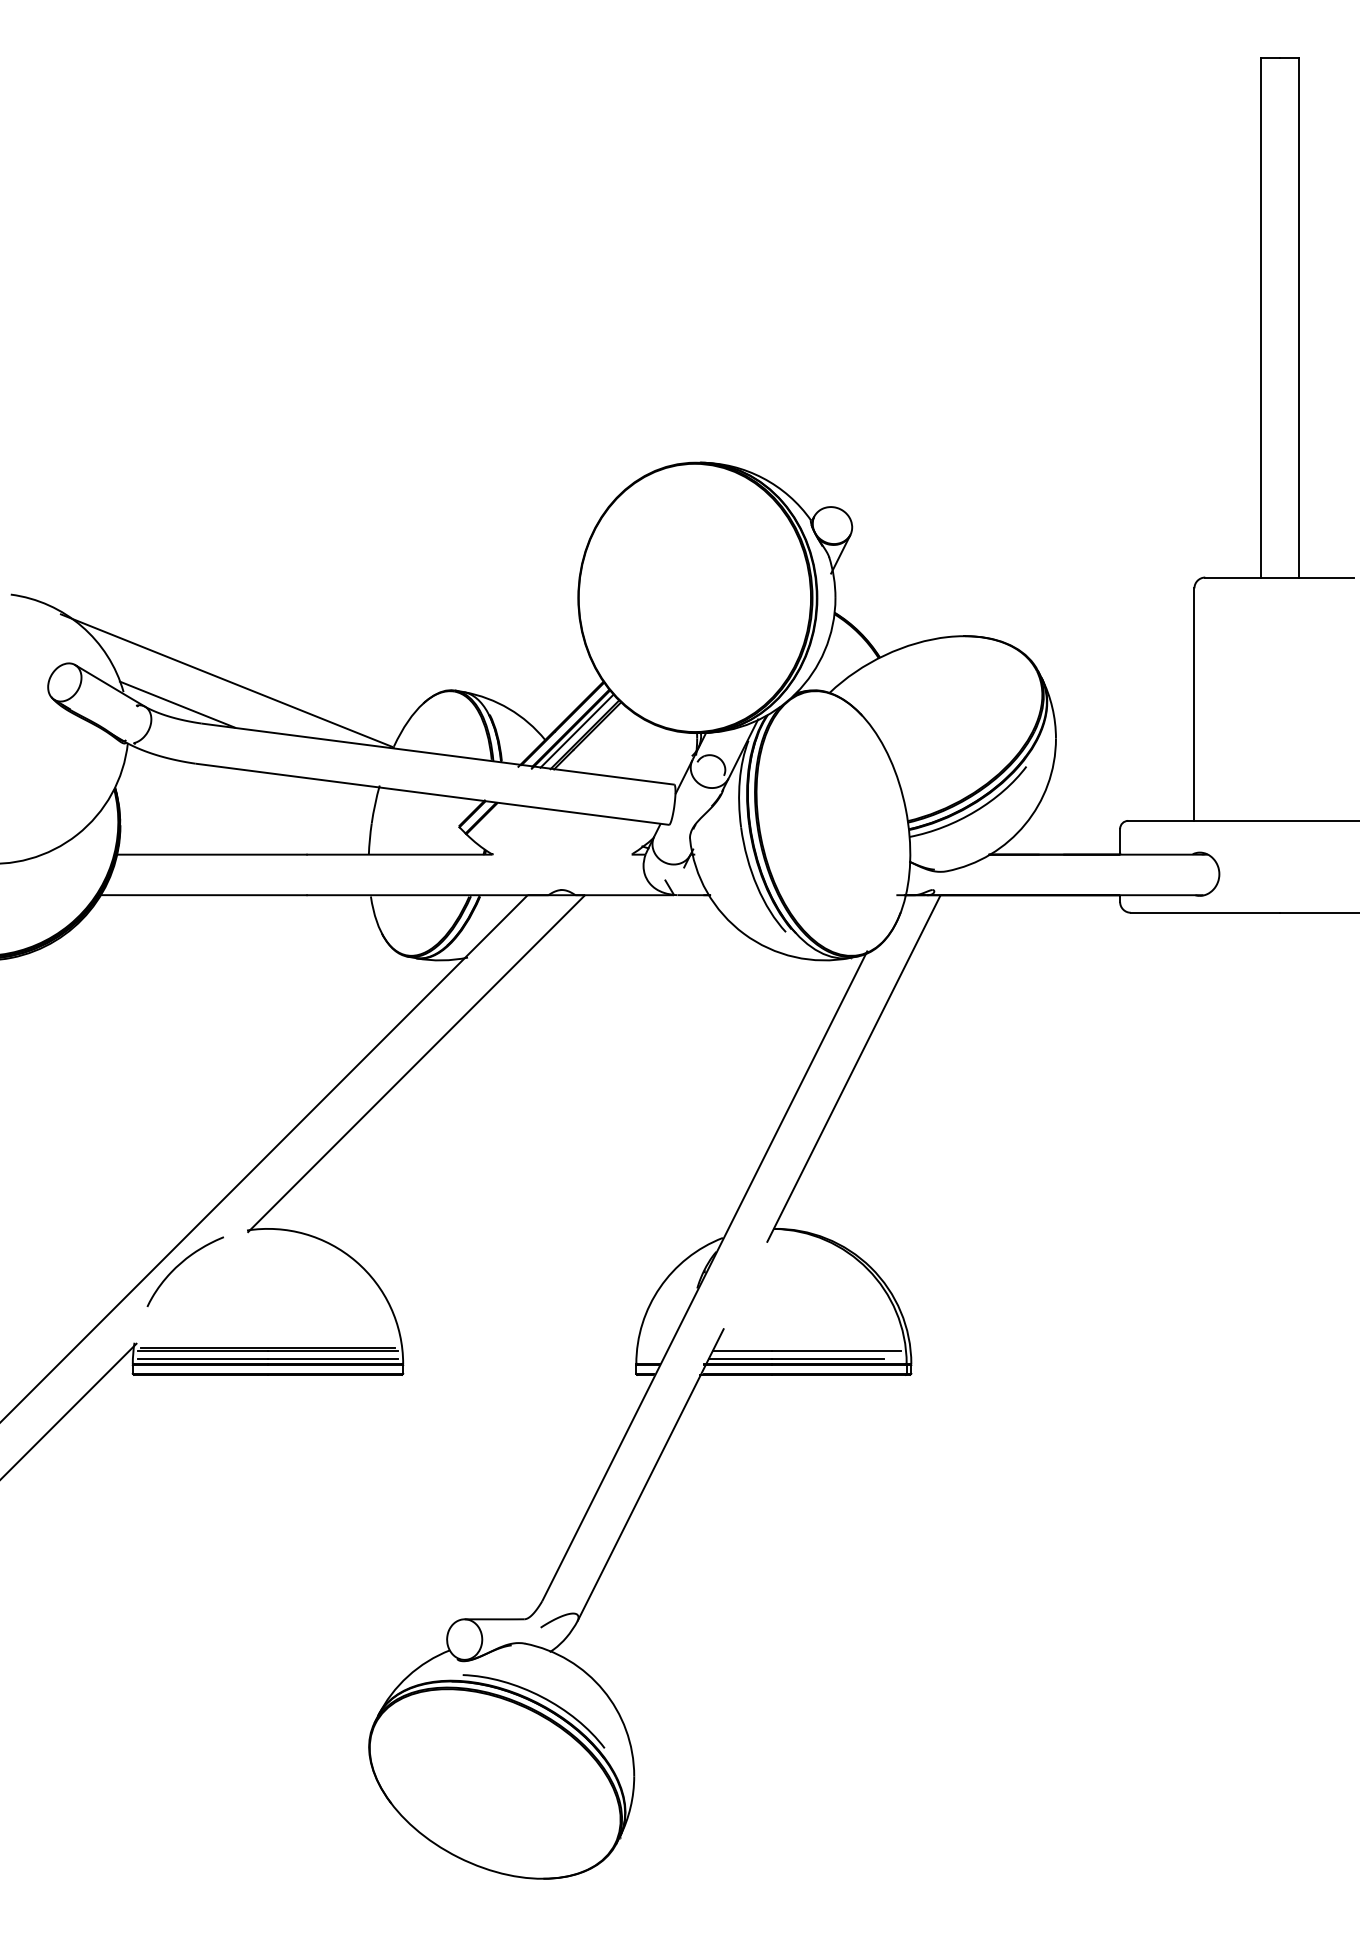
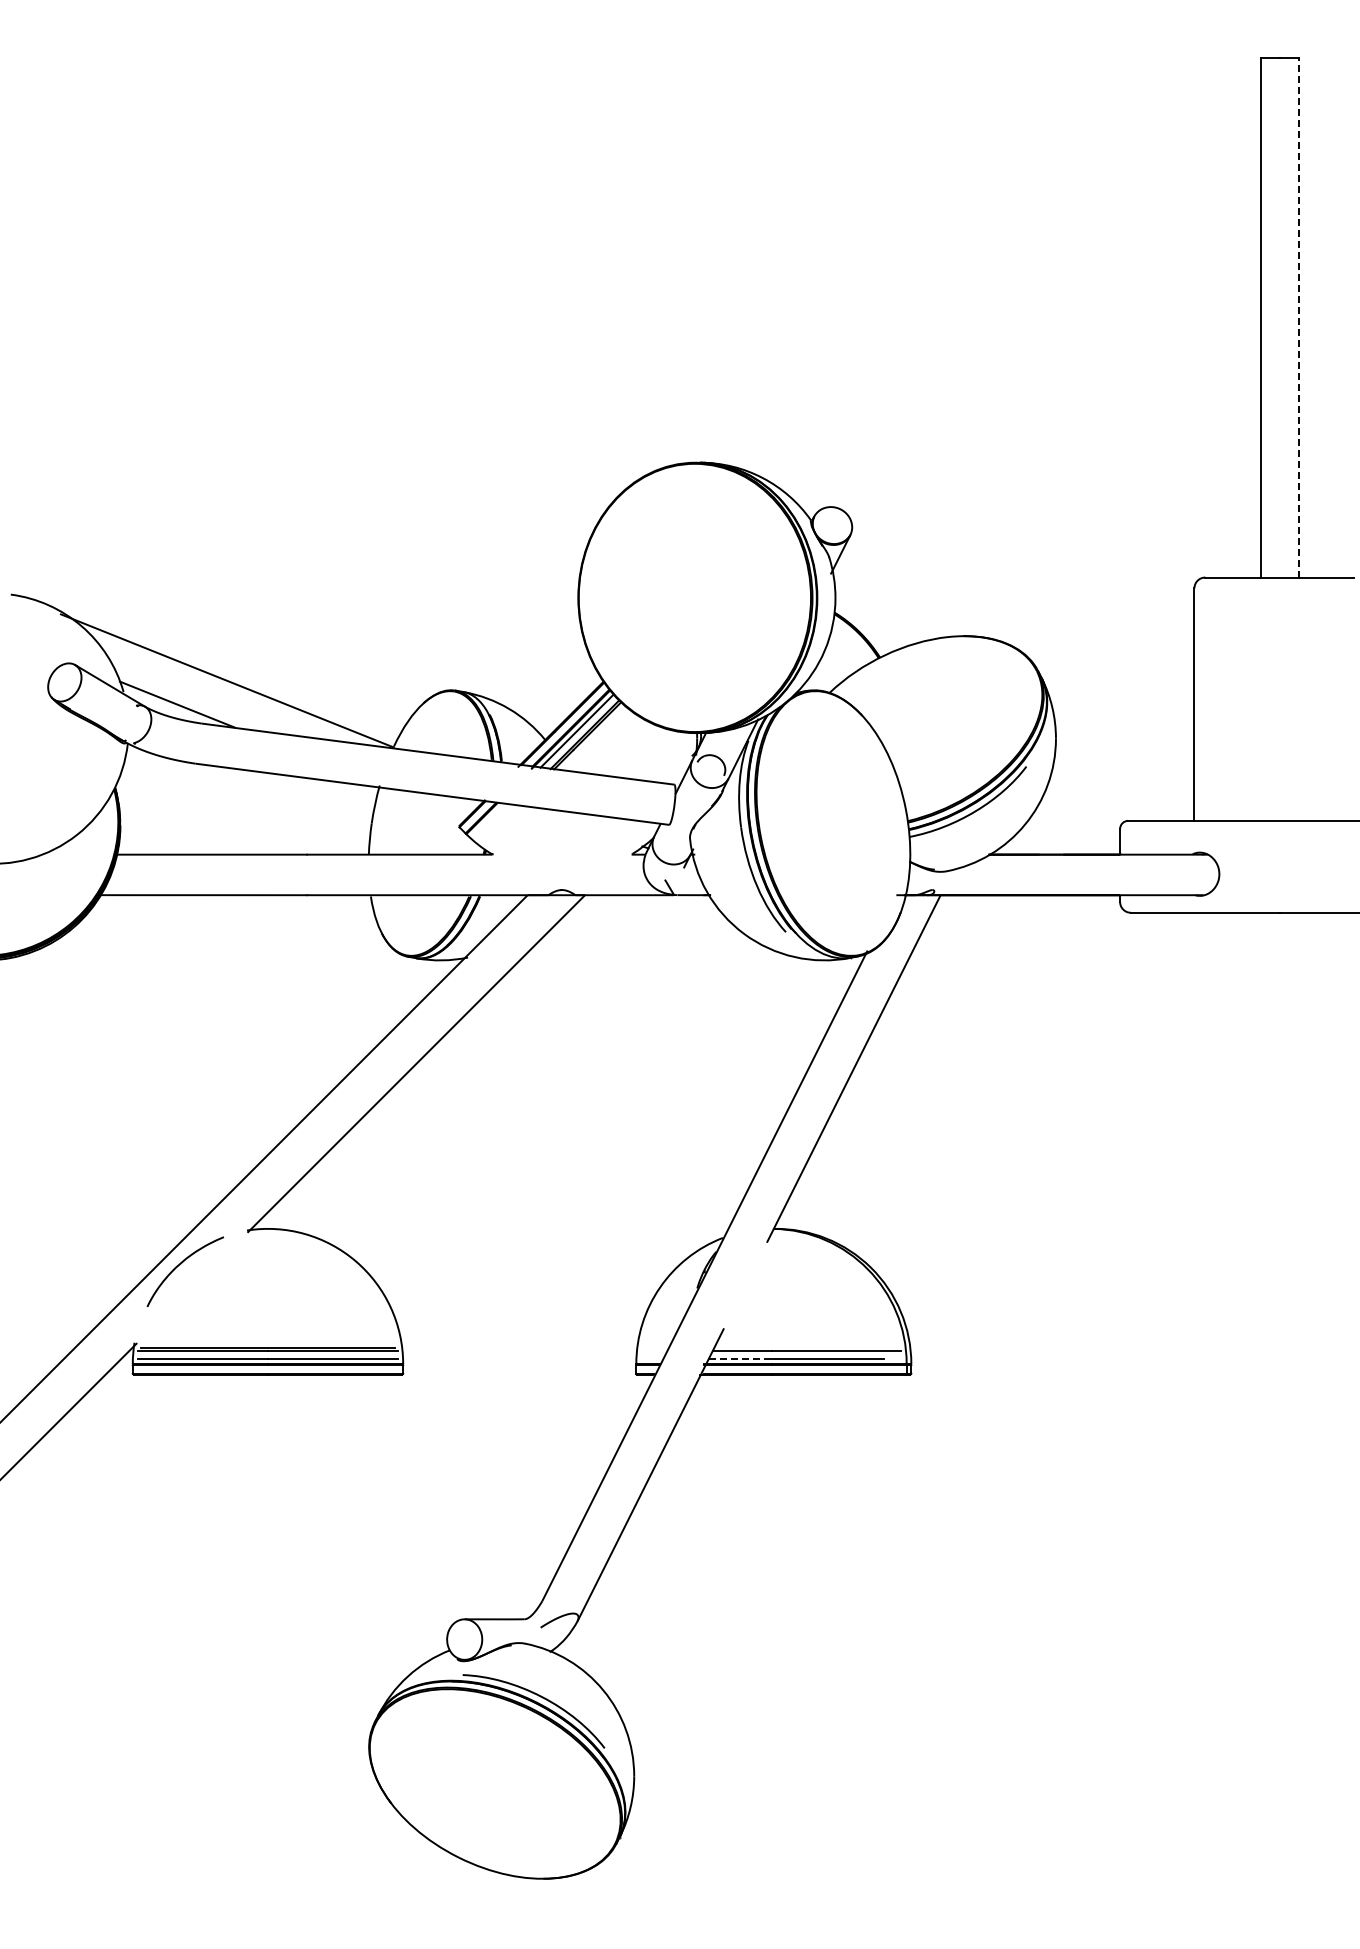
line at (1298, 318): solid -> dashed
line at (740, 1358): solid -> dashed
